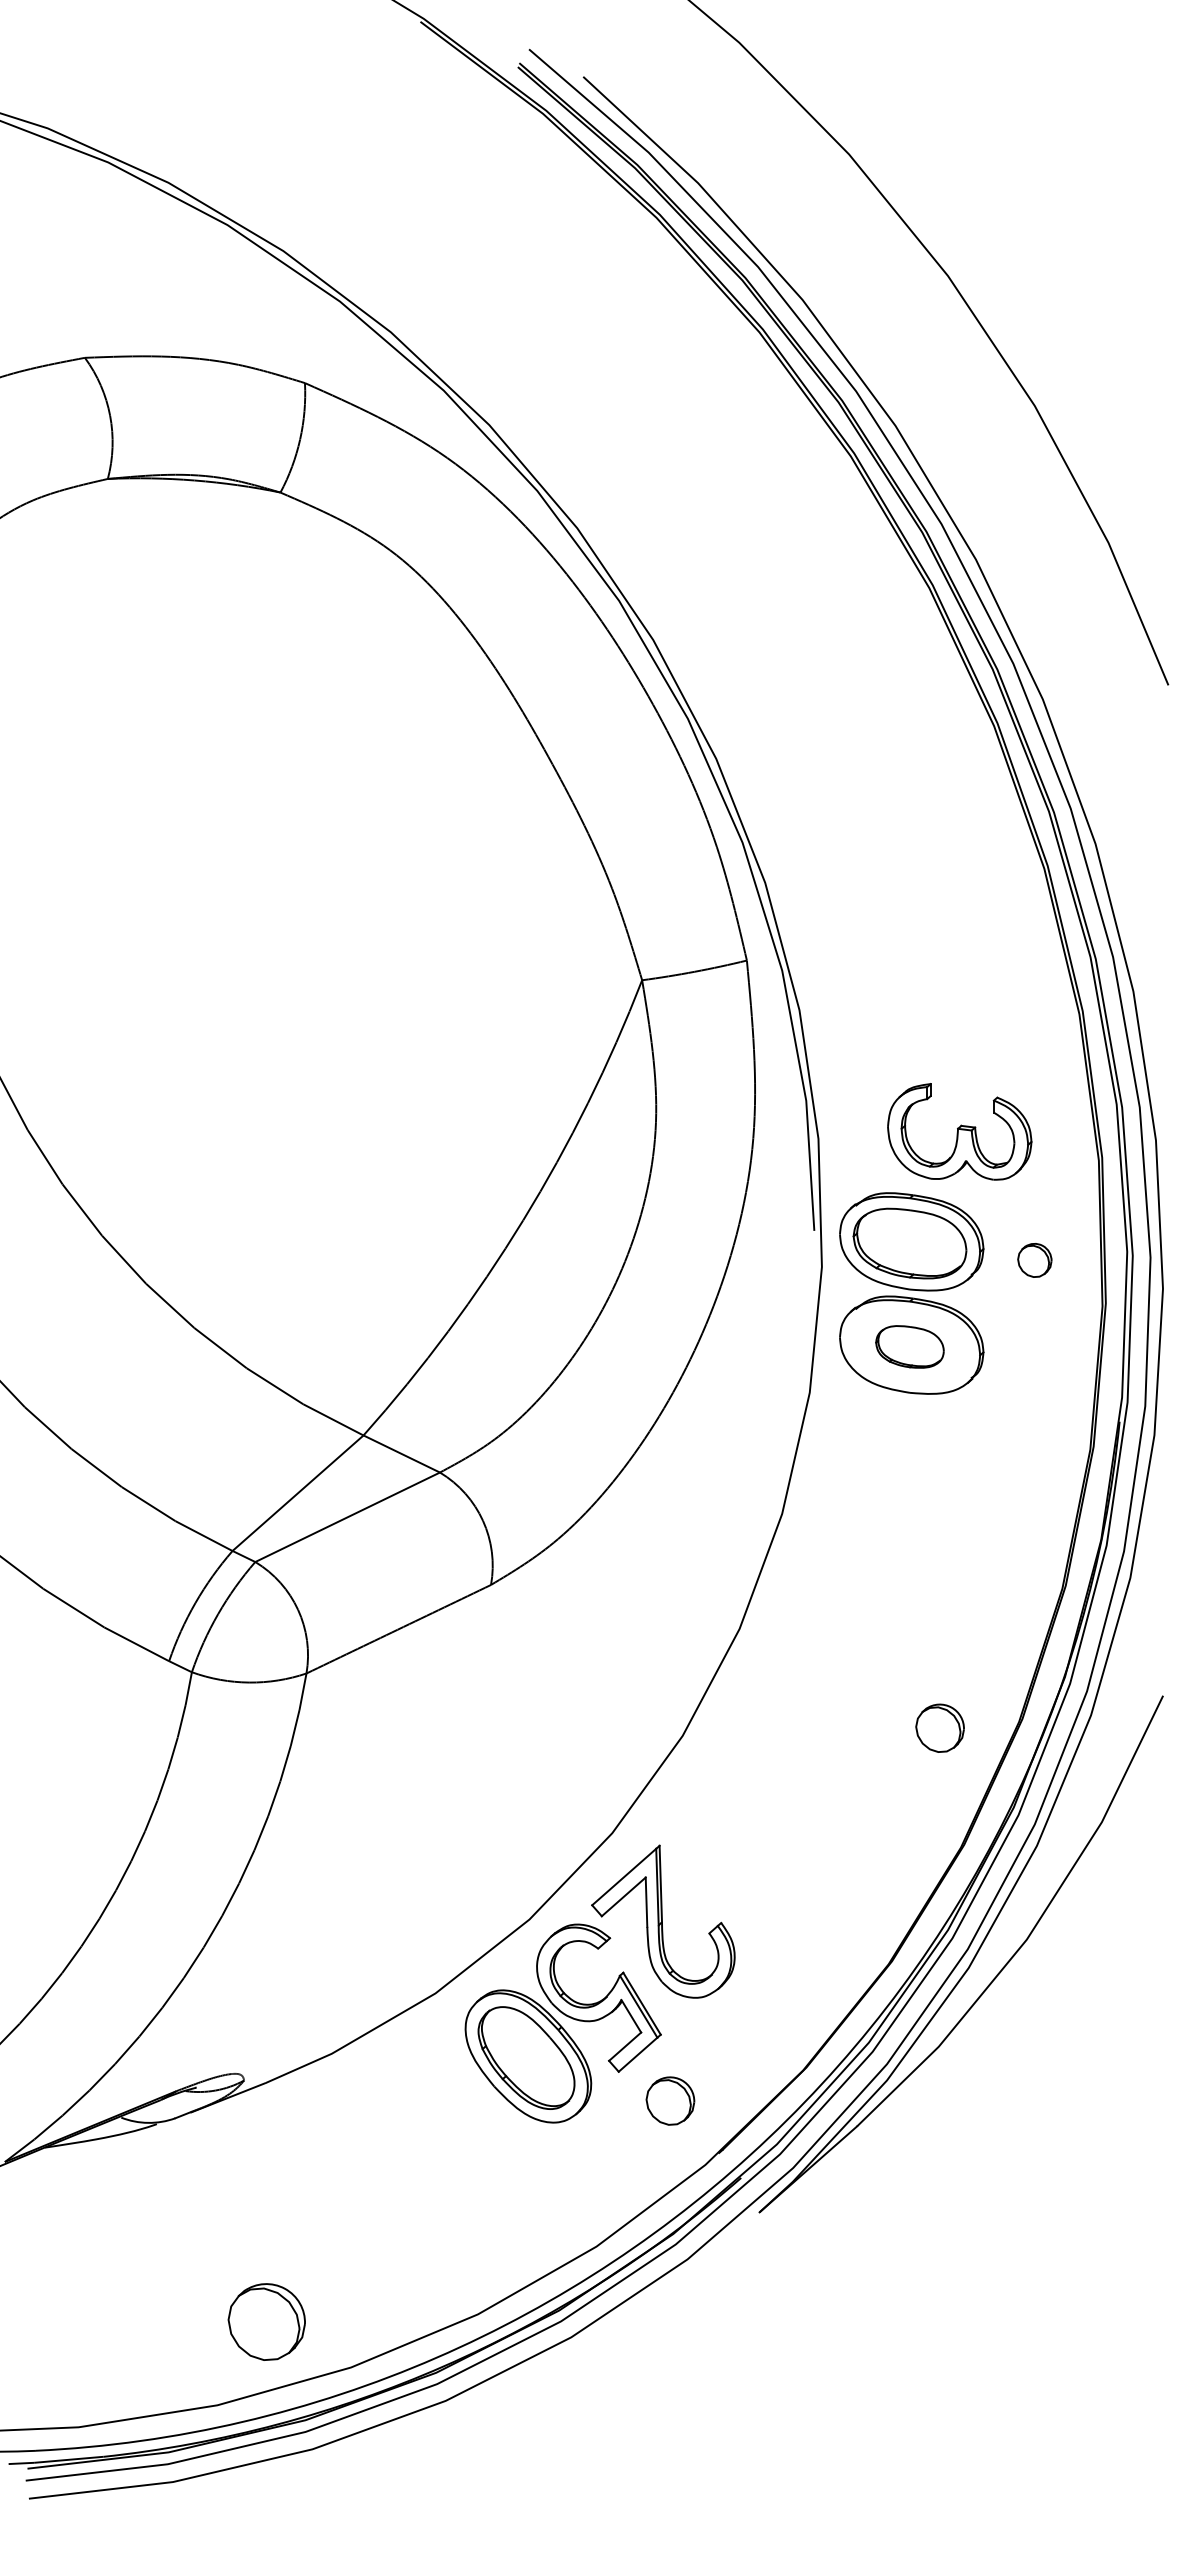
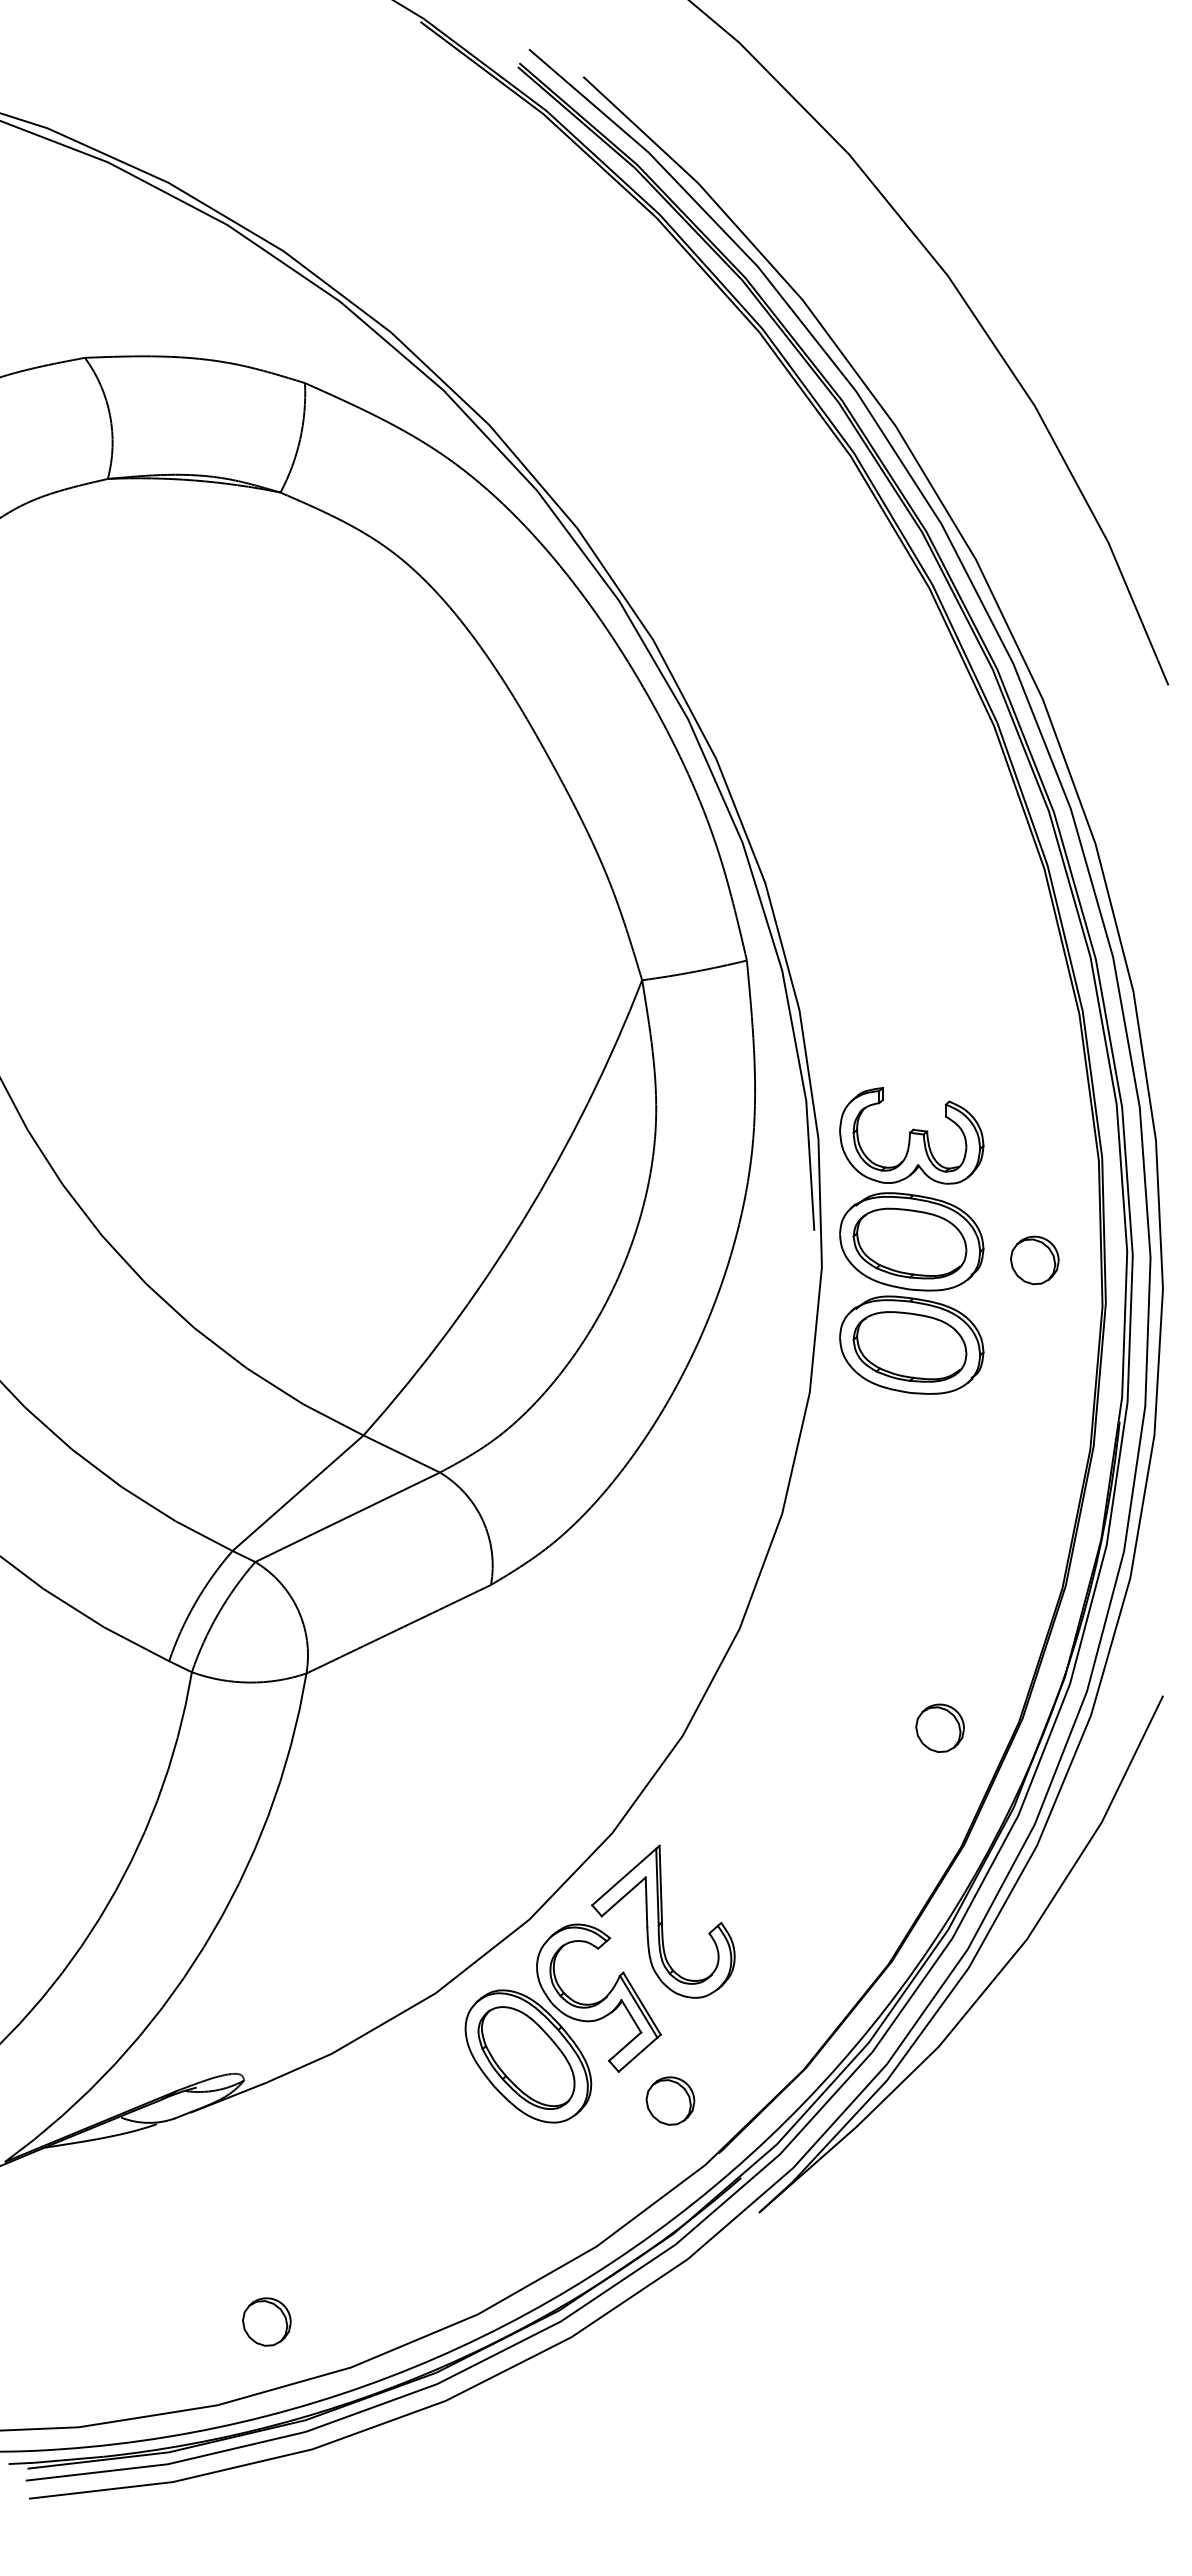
part at (959, 1131) position: (959, 1131) -> (911, 1135)
part at (1034, 1260) size: 36x35 px -> 50x51 px
part at (909, 1346) size: 70x44 px -> 116x72 px
part at (266, 2321) size: 79x78 px -> 50x50 px
